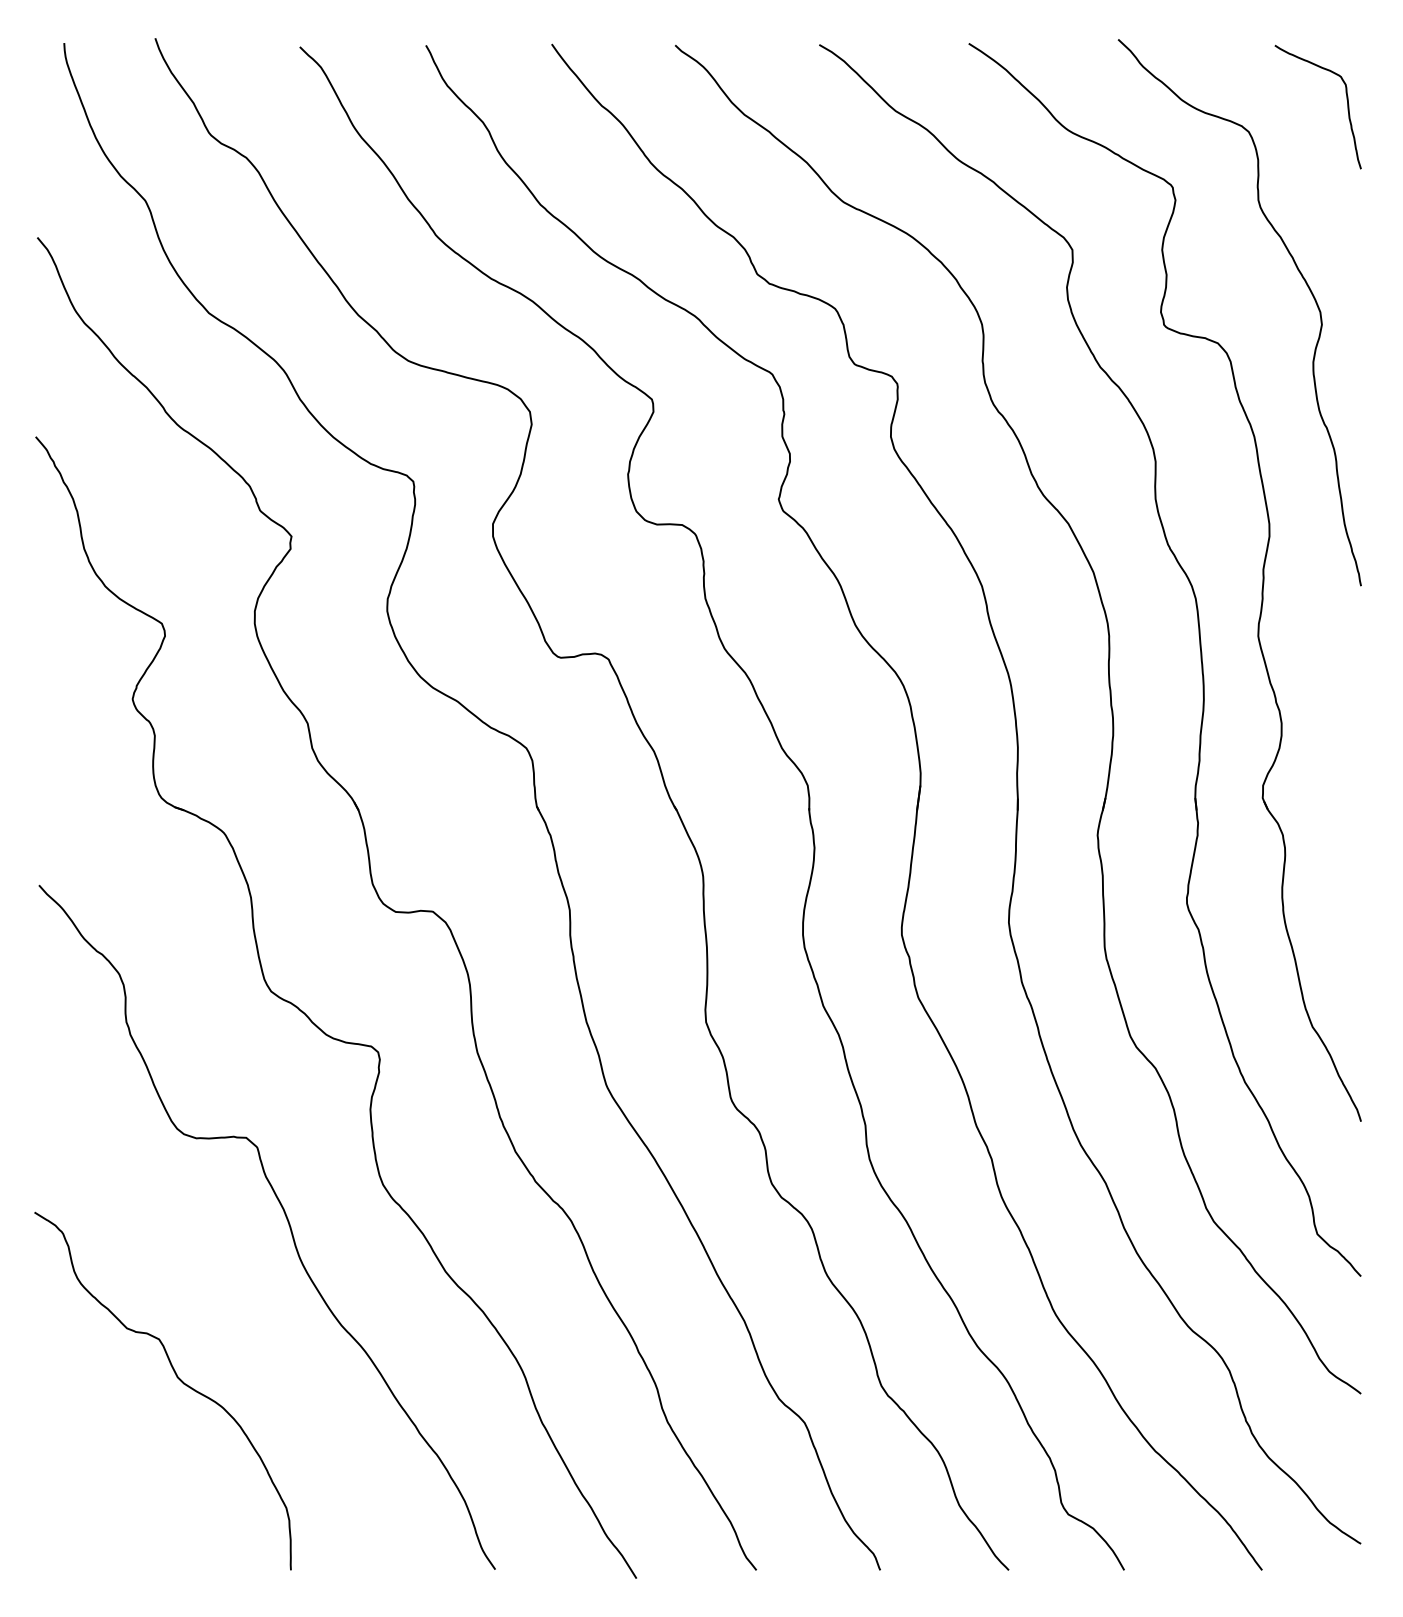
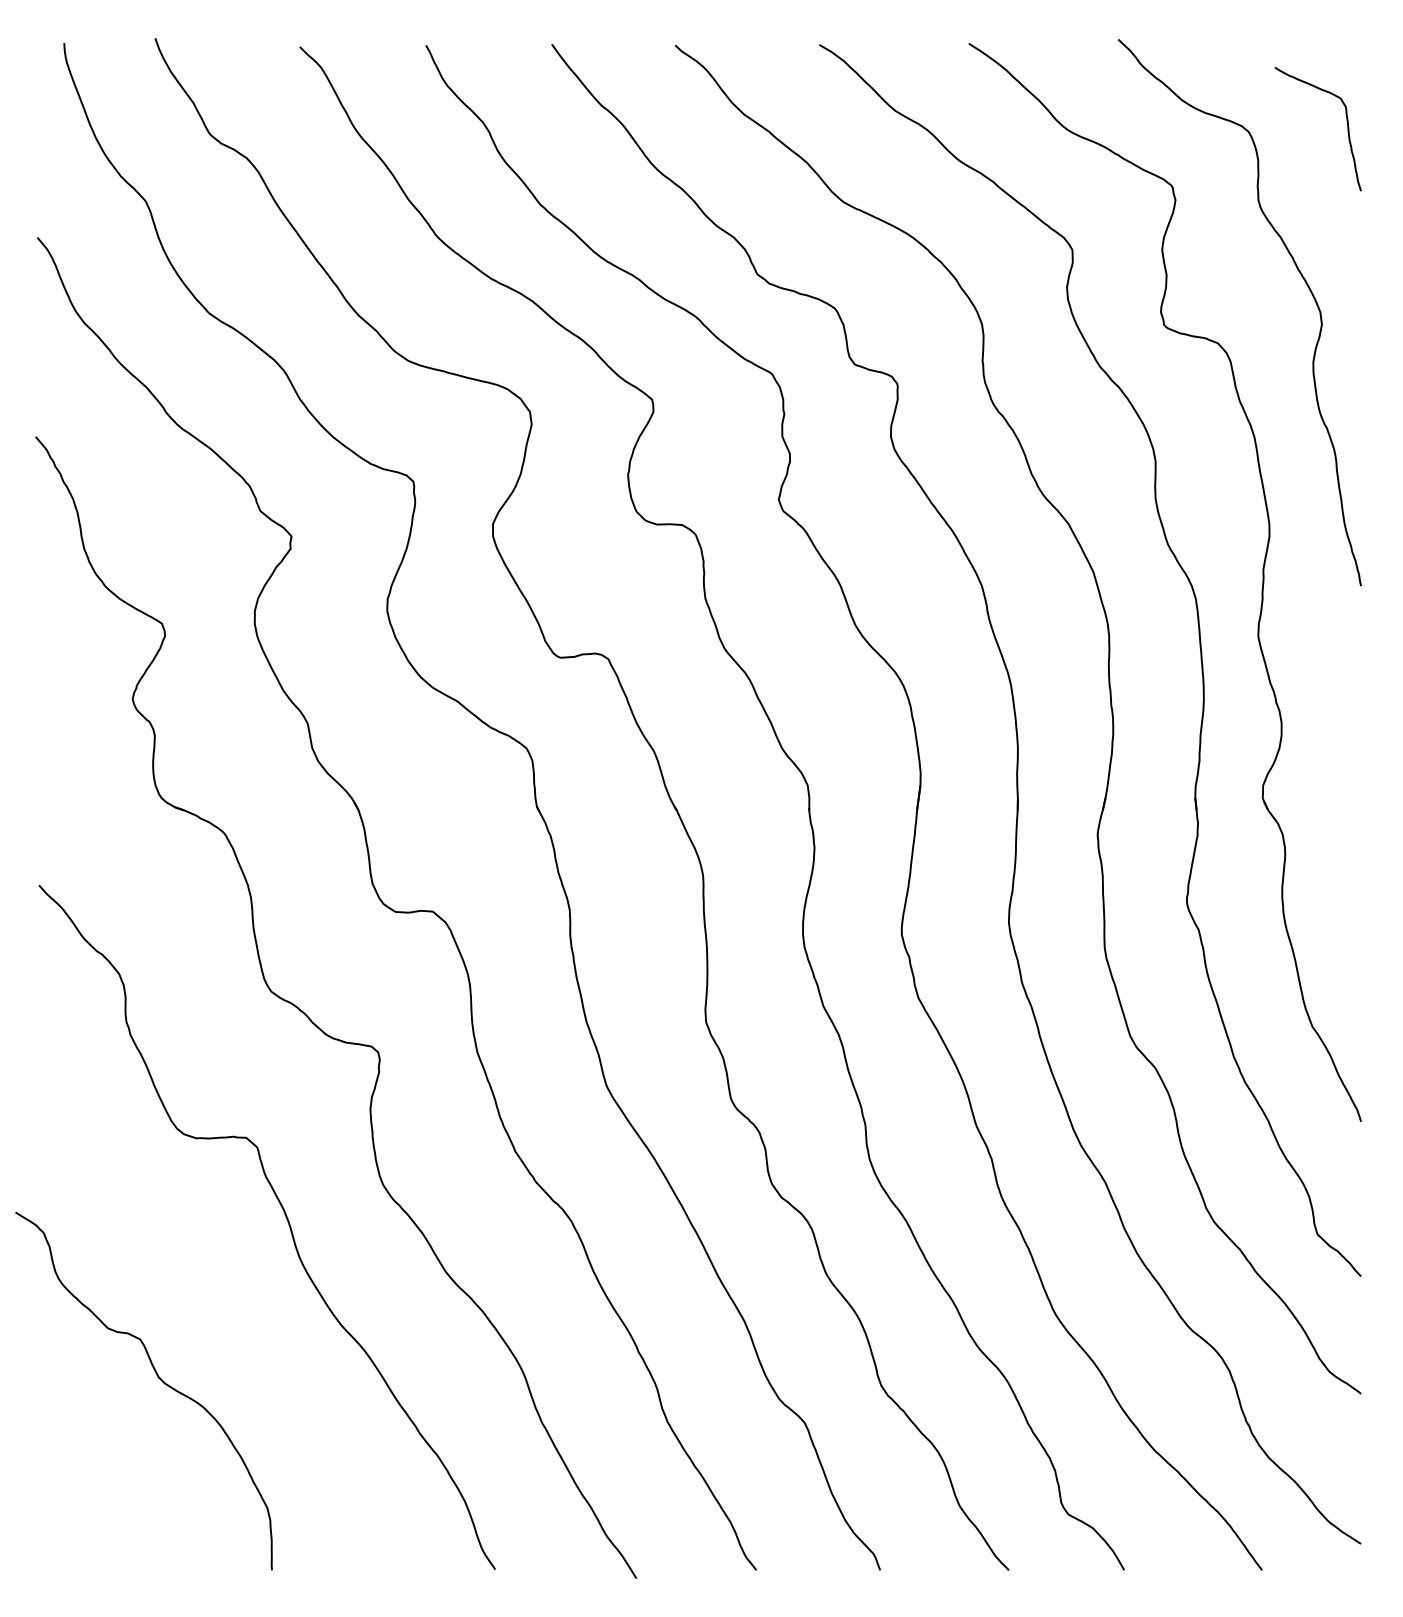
curve at (1346, 99) position: (1346, 99) -> (1346, 121)
curve at (176, 1377) position: (176, 1377) -> (157, 1377)
